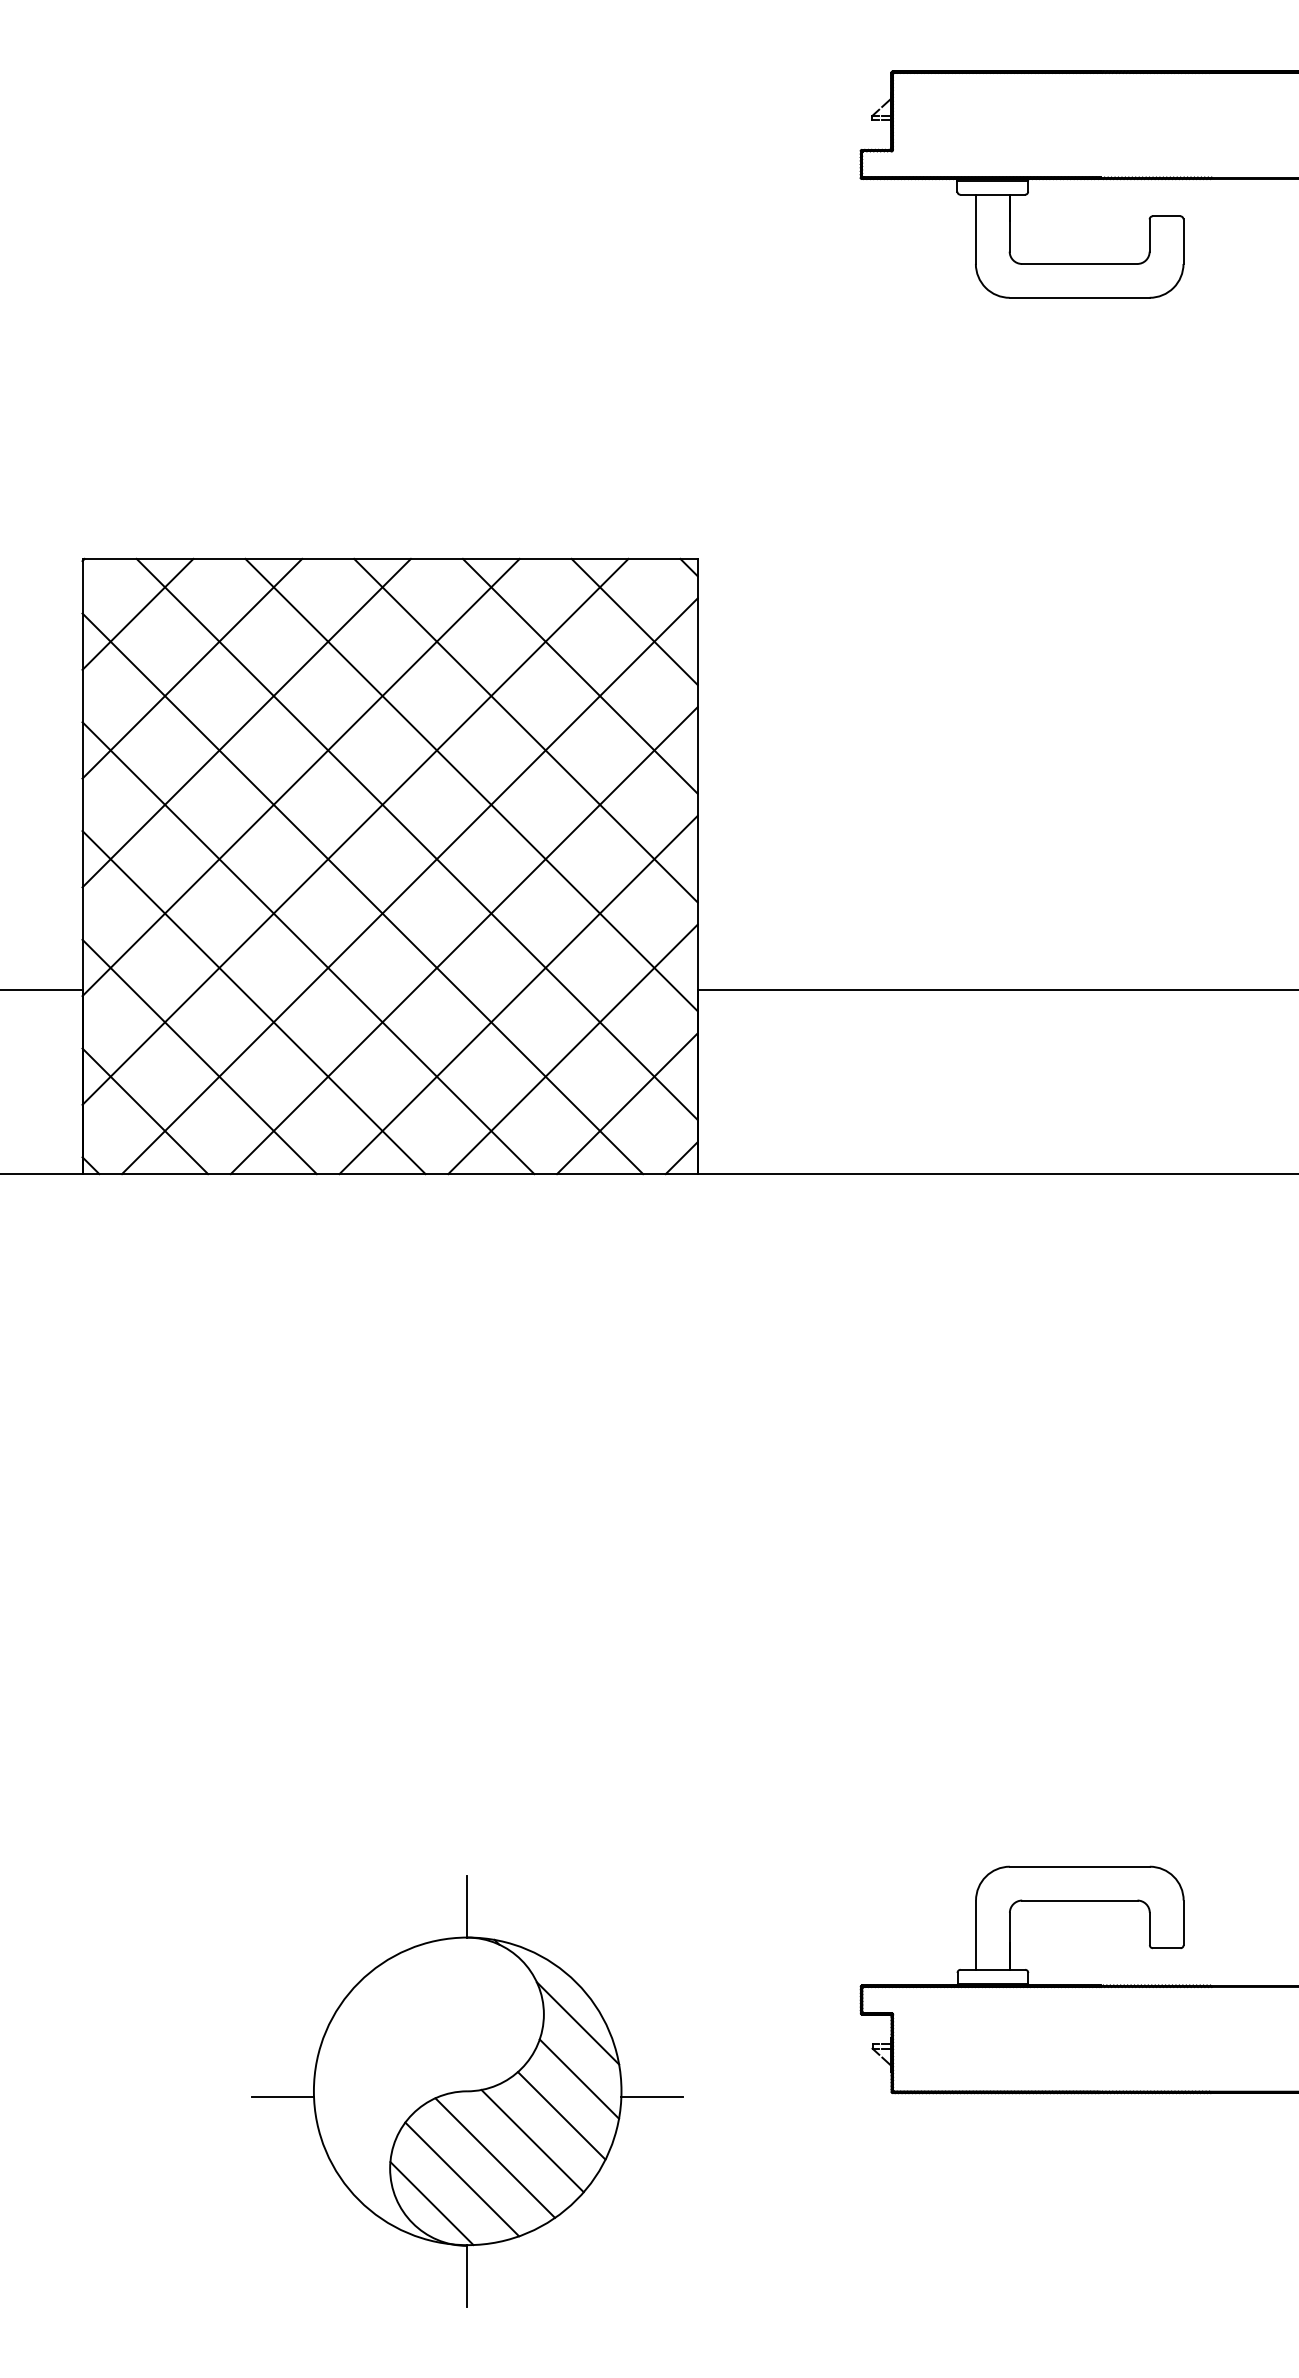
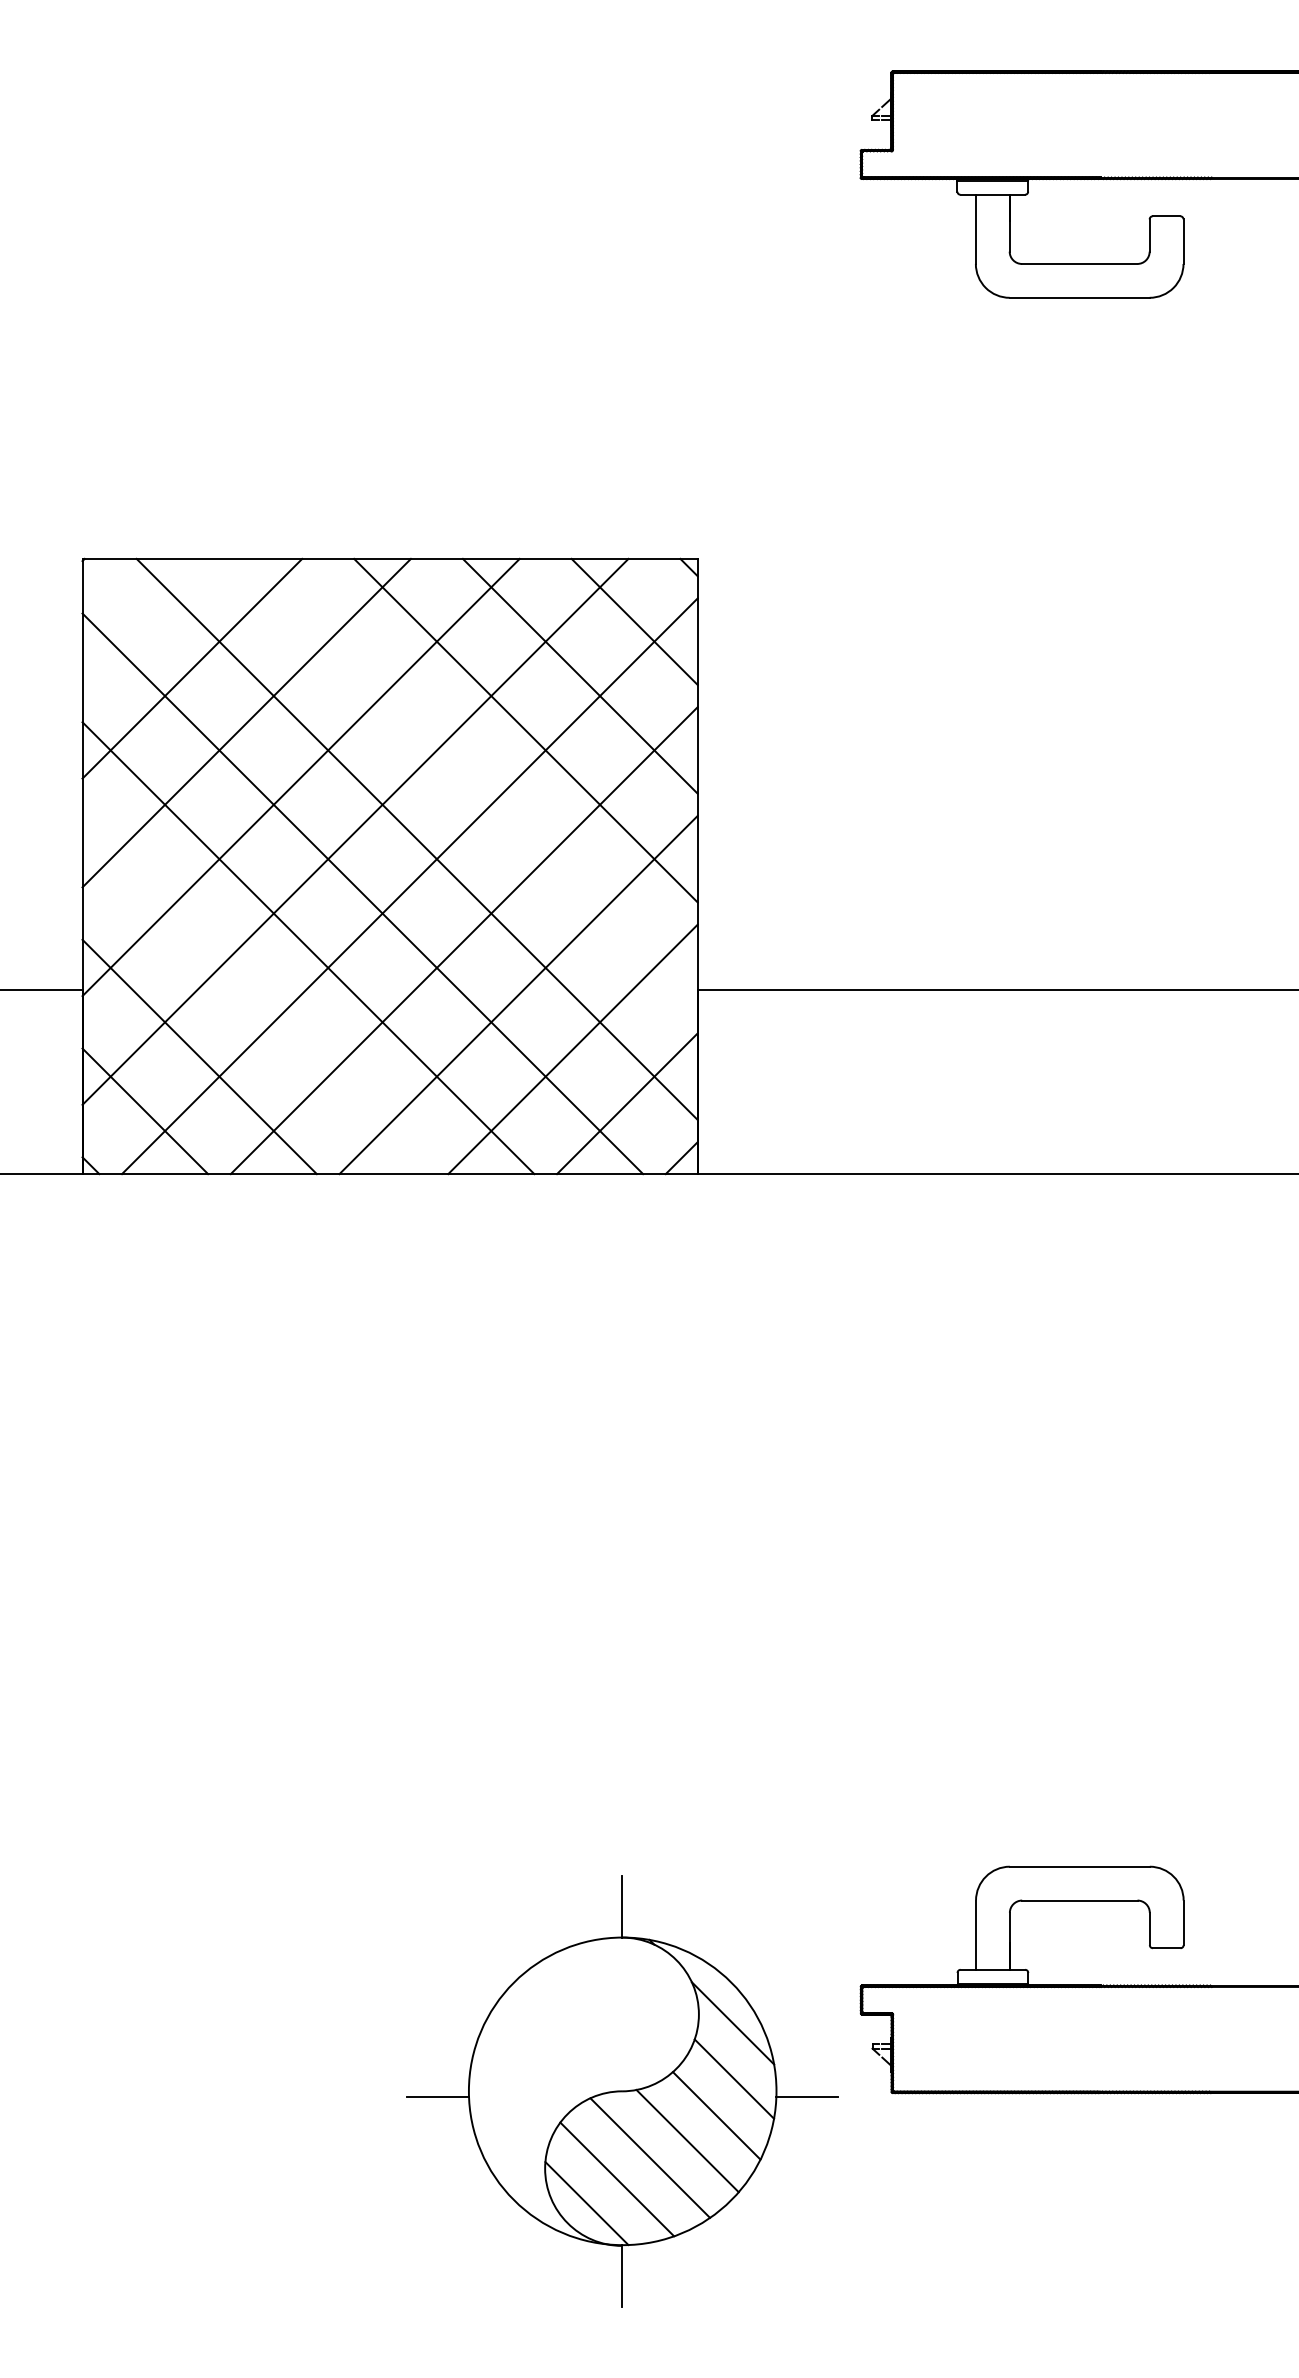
line at (137, 613): present -> none
line at (471, 784): present -> none
line at (253, 1002): present -> none
part at (467, 2091) position: (467, 2091) -> (622, 2091)
